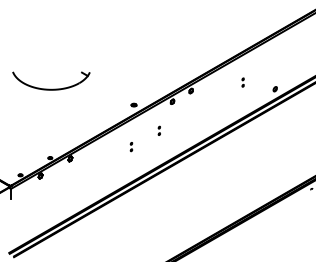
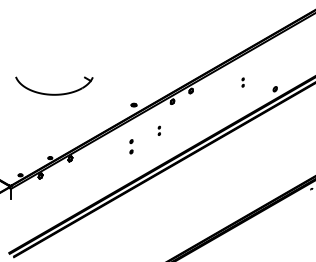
part at (51, 88) position: (51, 88) -> (54, 93)
part at (131, 147) size: 5x11 px -> 5x16 px
